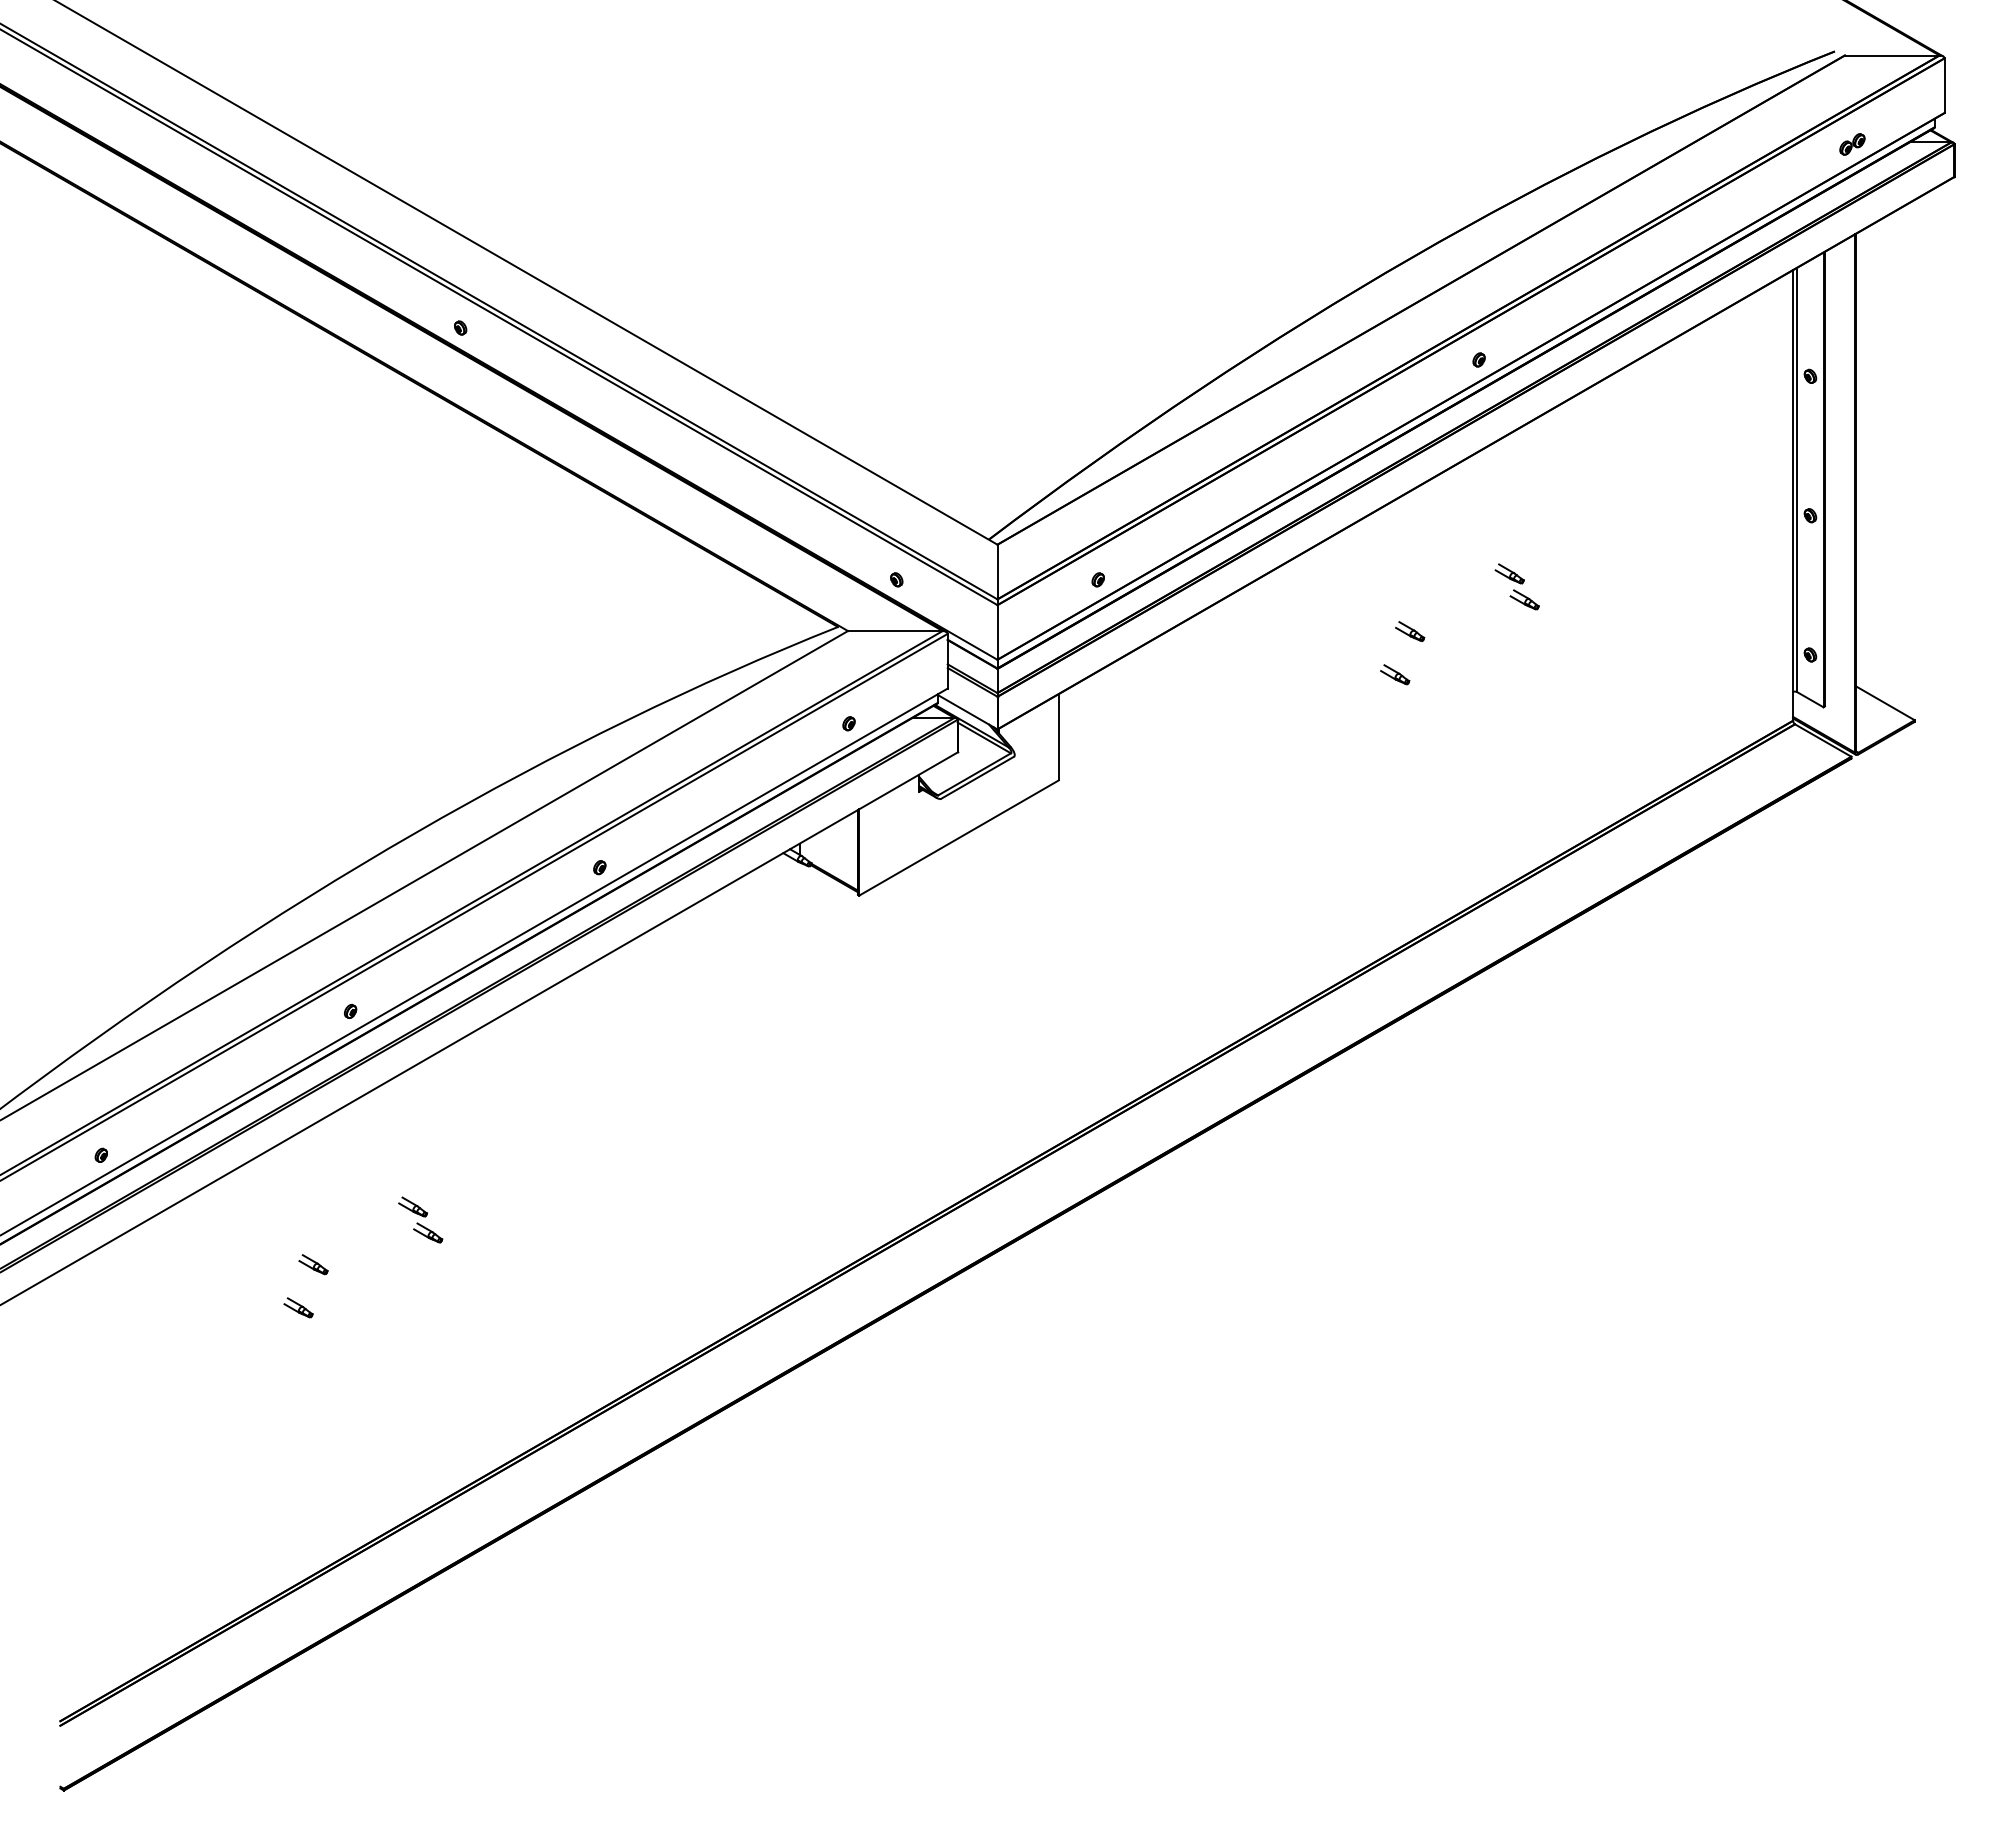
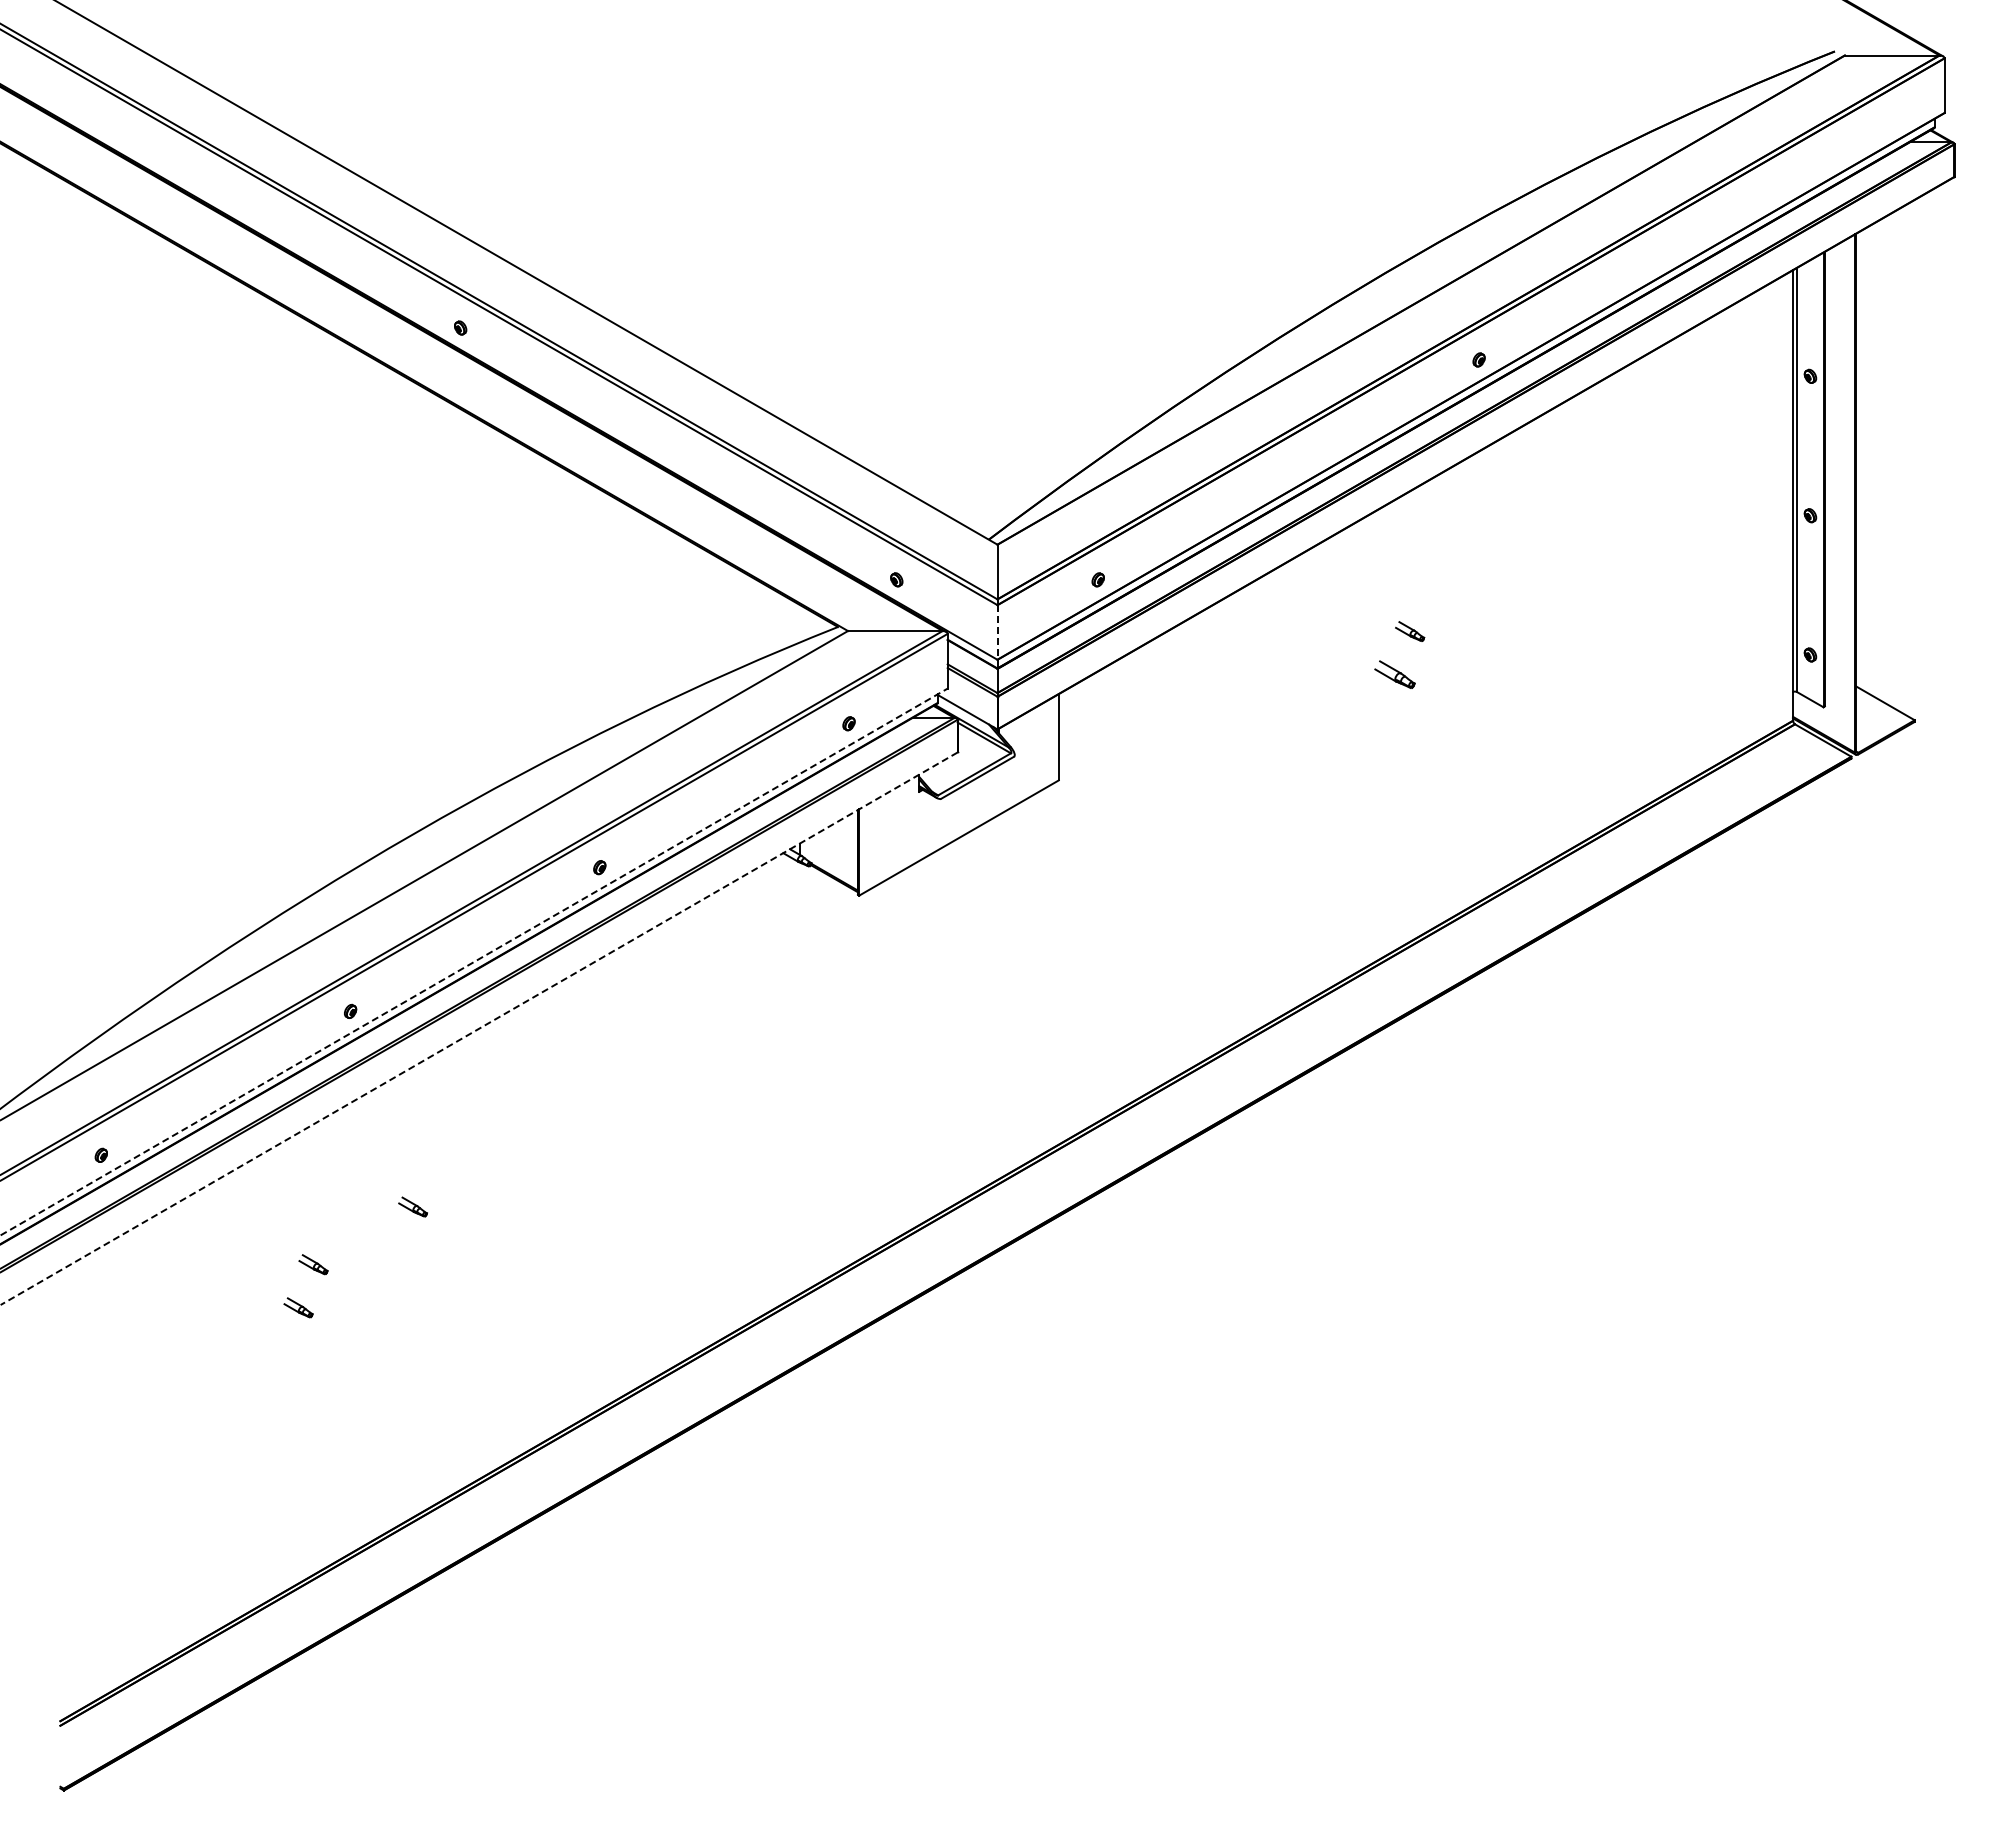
part at (1852, 144): present -> none
part at (1516, 586): present -> none
line at (997, 632): solid -> dashed
part at (1395, 674) size: 31x22 px -> 42x29 px
line at (474, 961): solid -> dashed
line at (479, 1028): solid -> dashed
part at (428, 1232): present -> none
